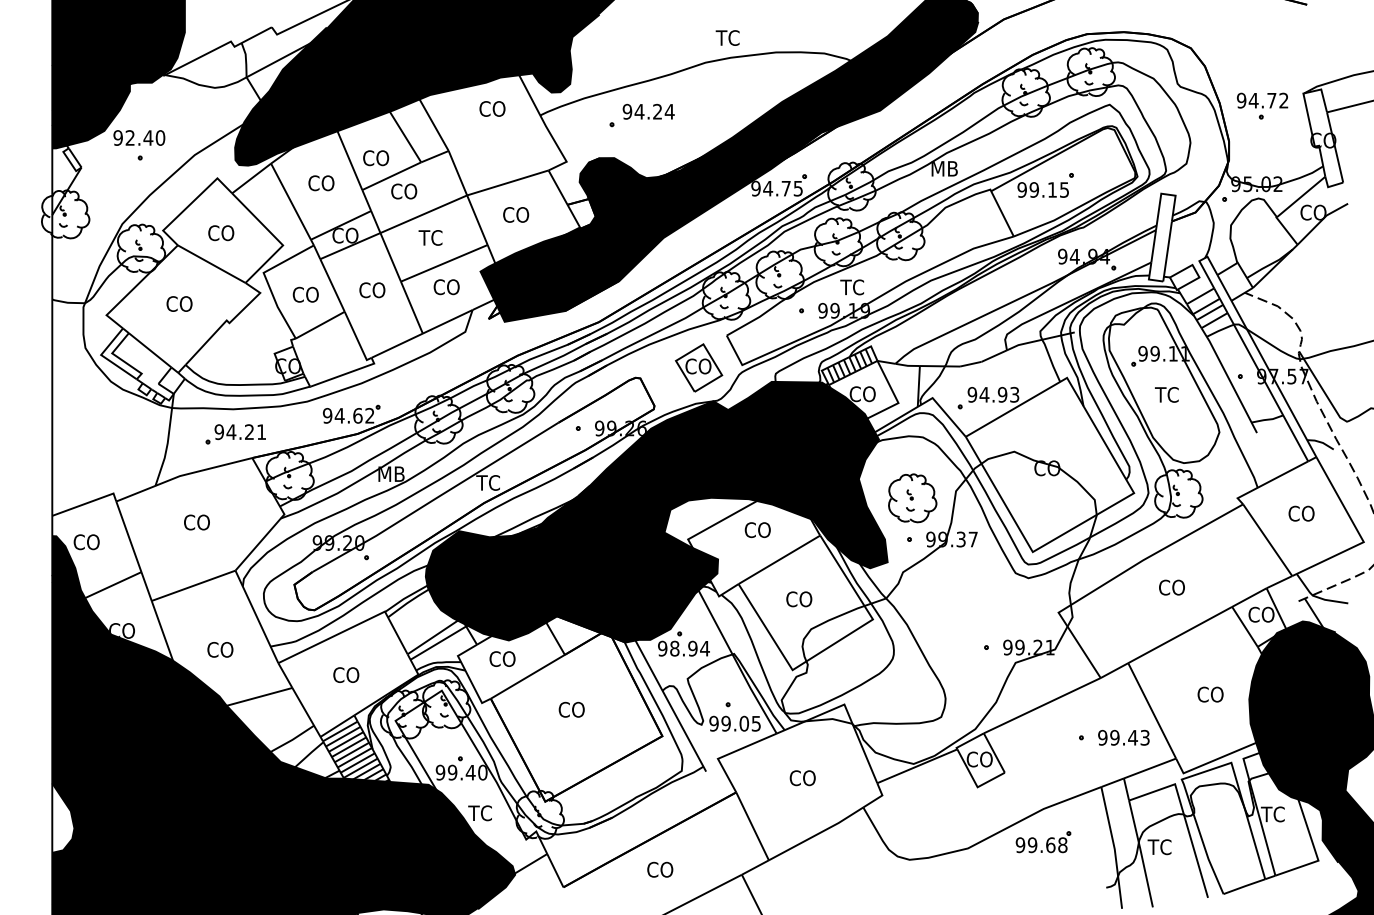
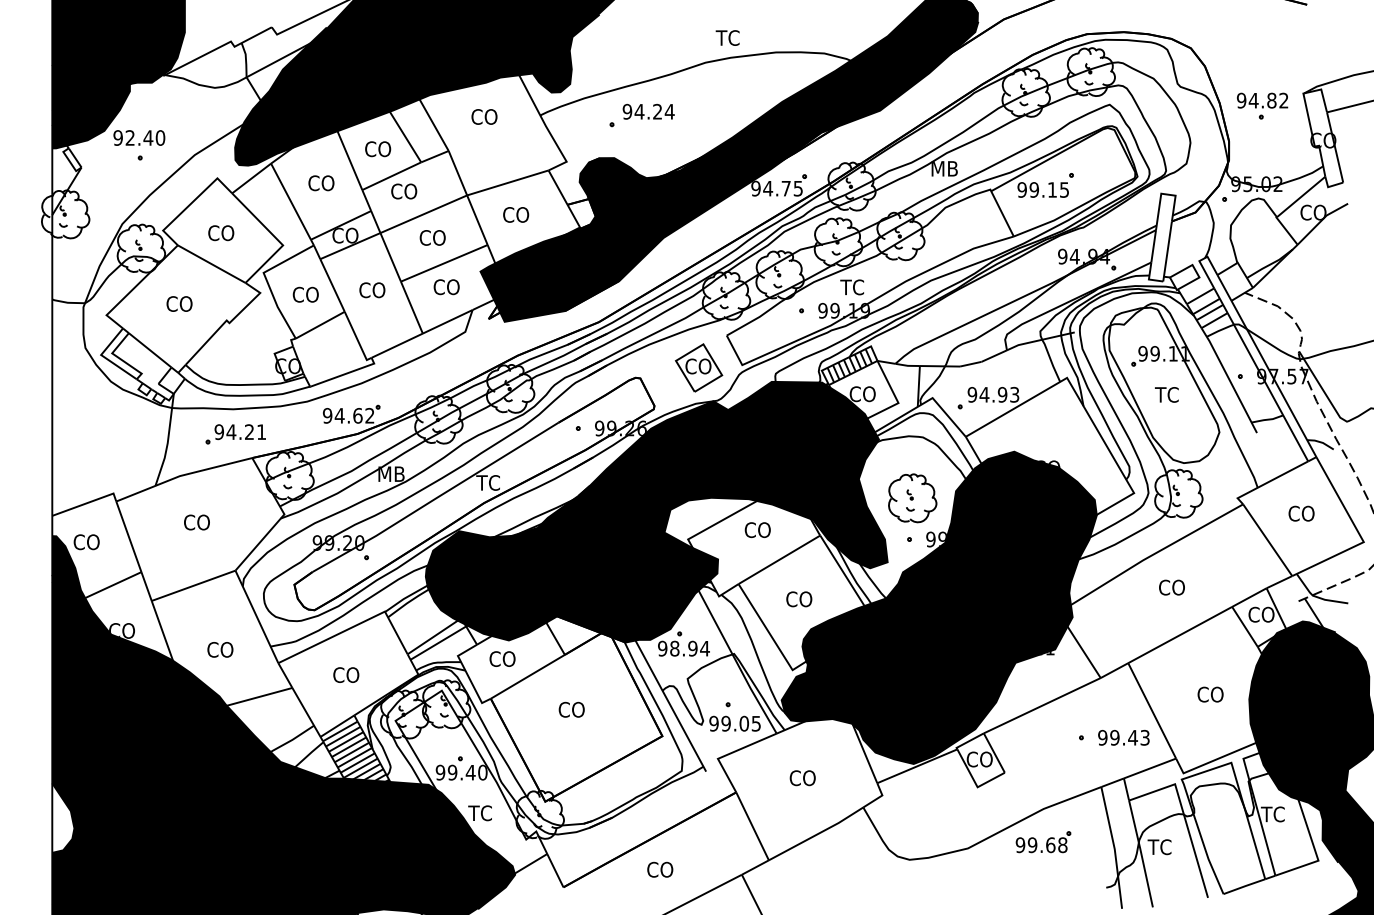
text at (1271, 100): 94.72 -> 94.82
text at (492, 108) position: (492, 108) -> (484, 116)
text at (376, 158) position: (376, 158) -> (378, 149)
text at (431, 237): TC -> CO
fill at (938, 607): none -> present
